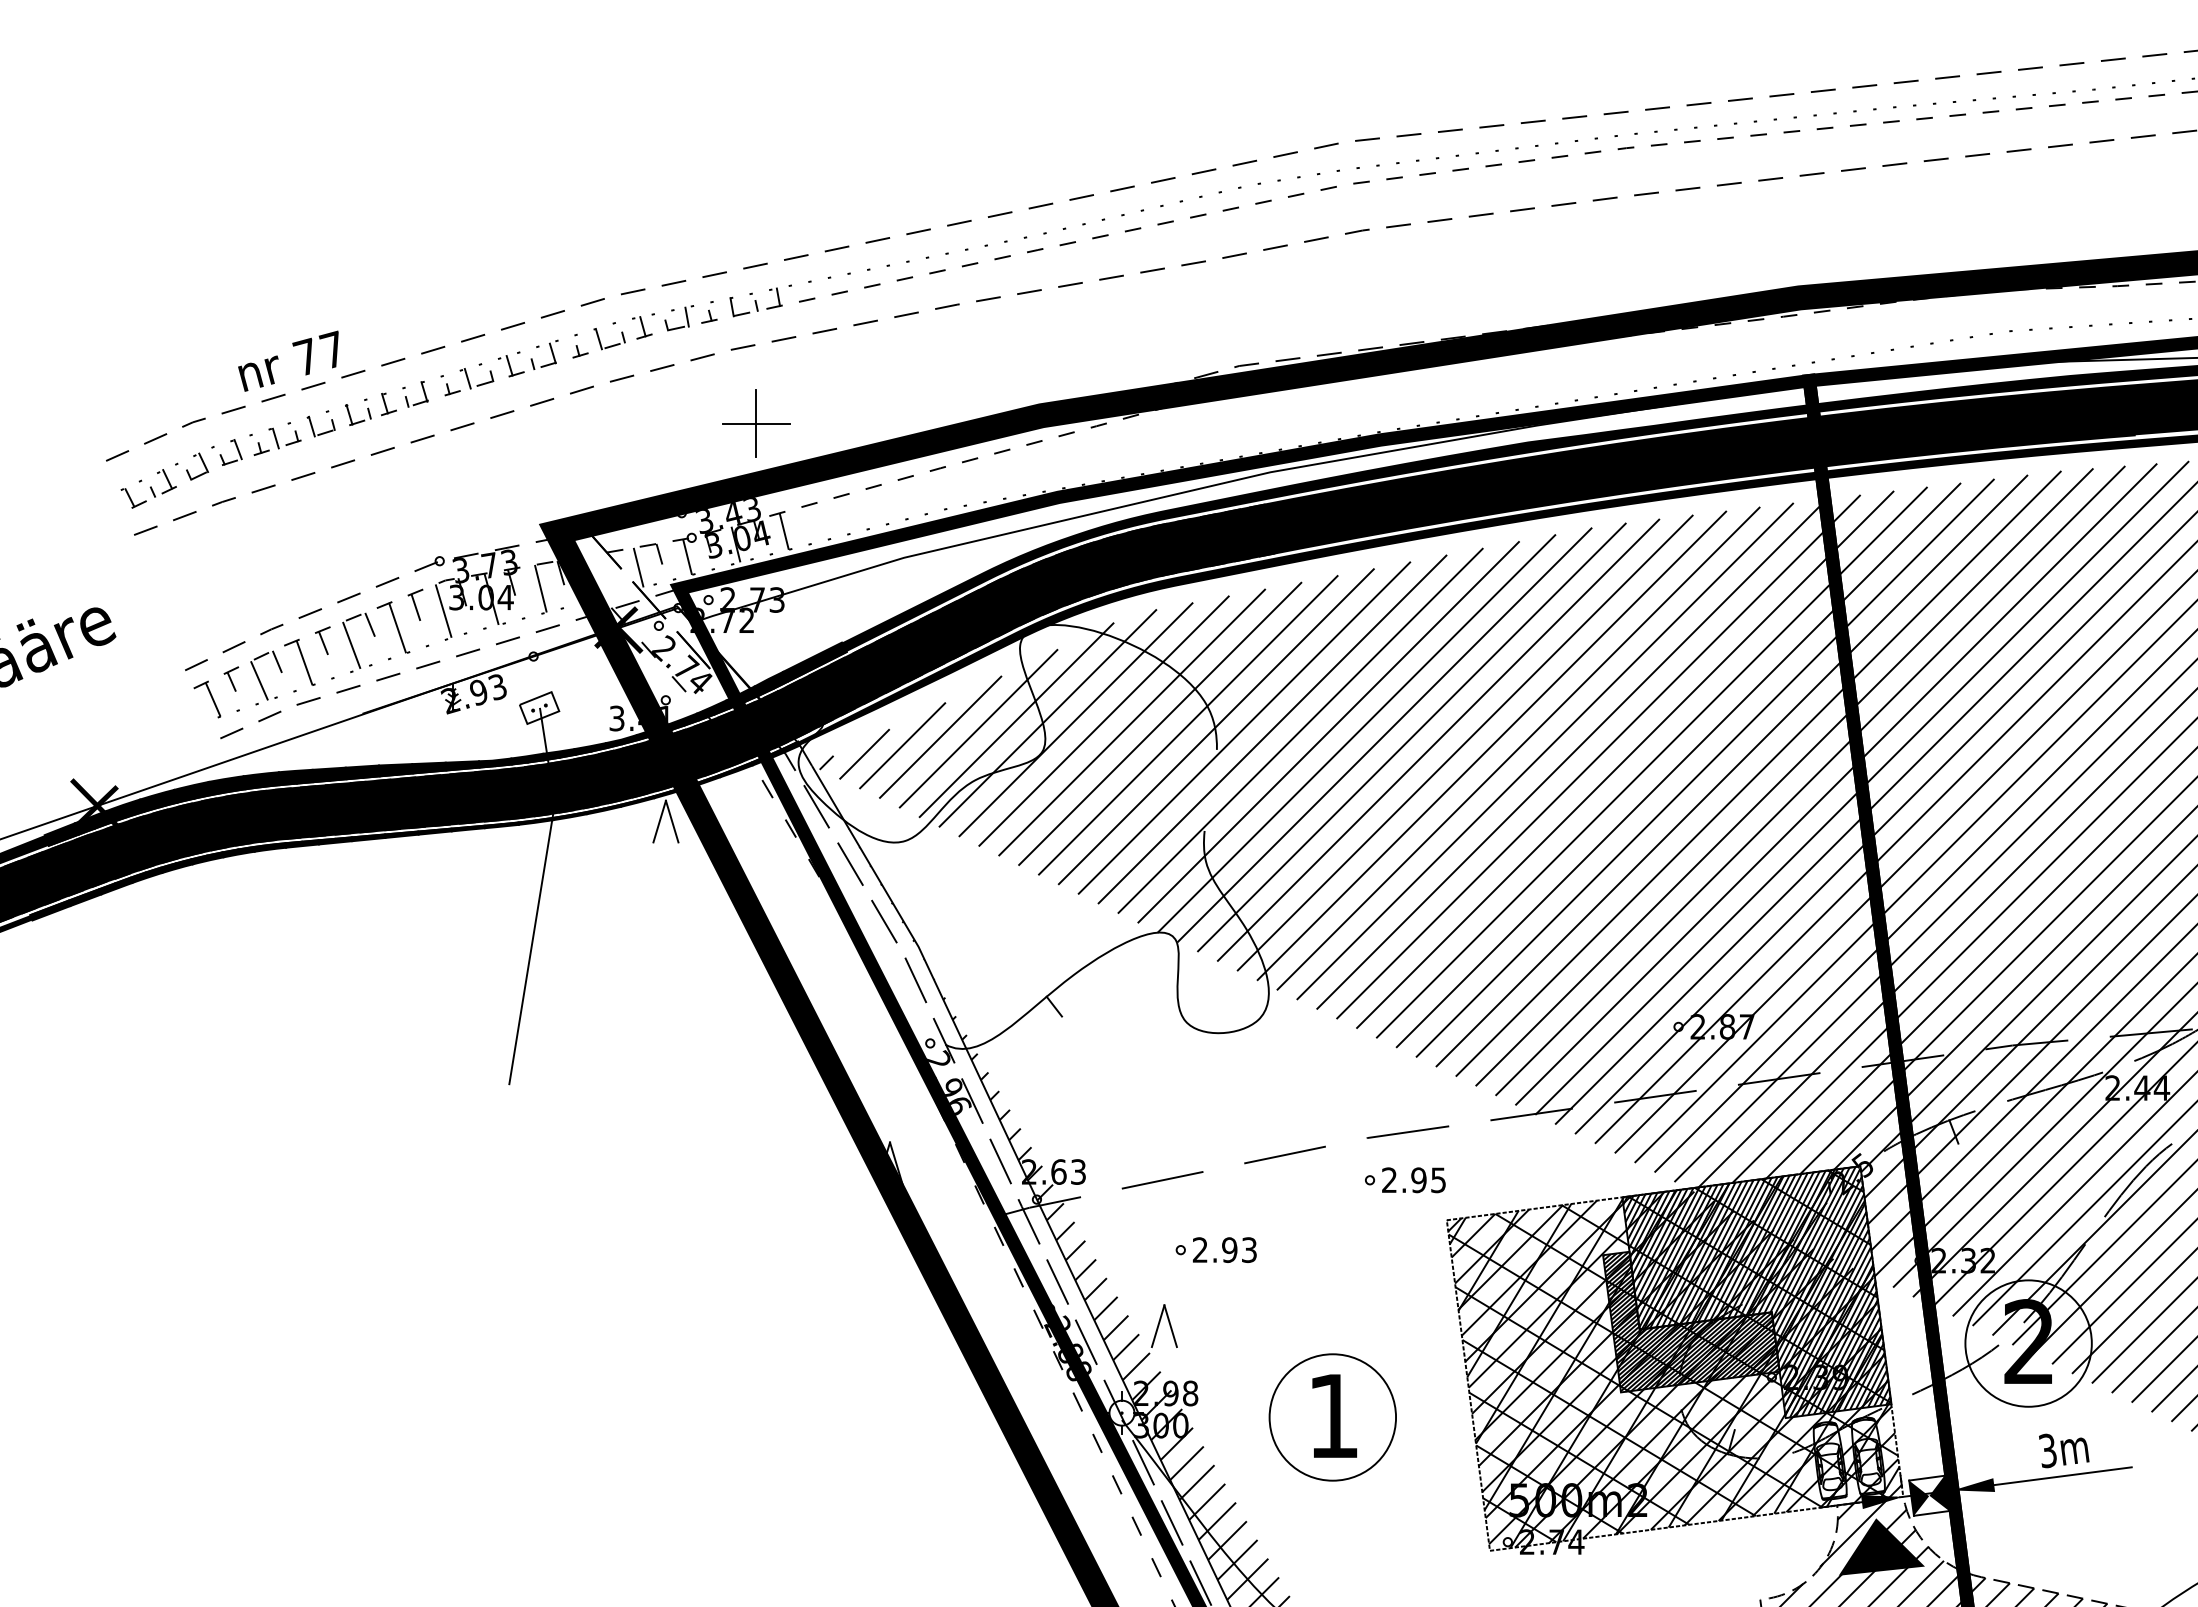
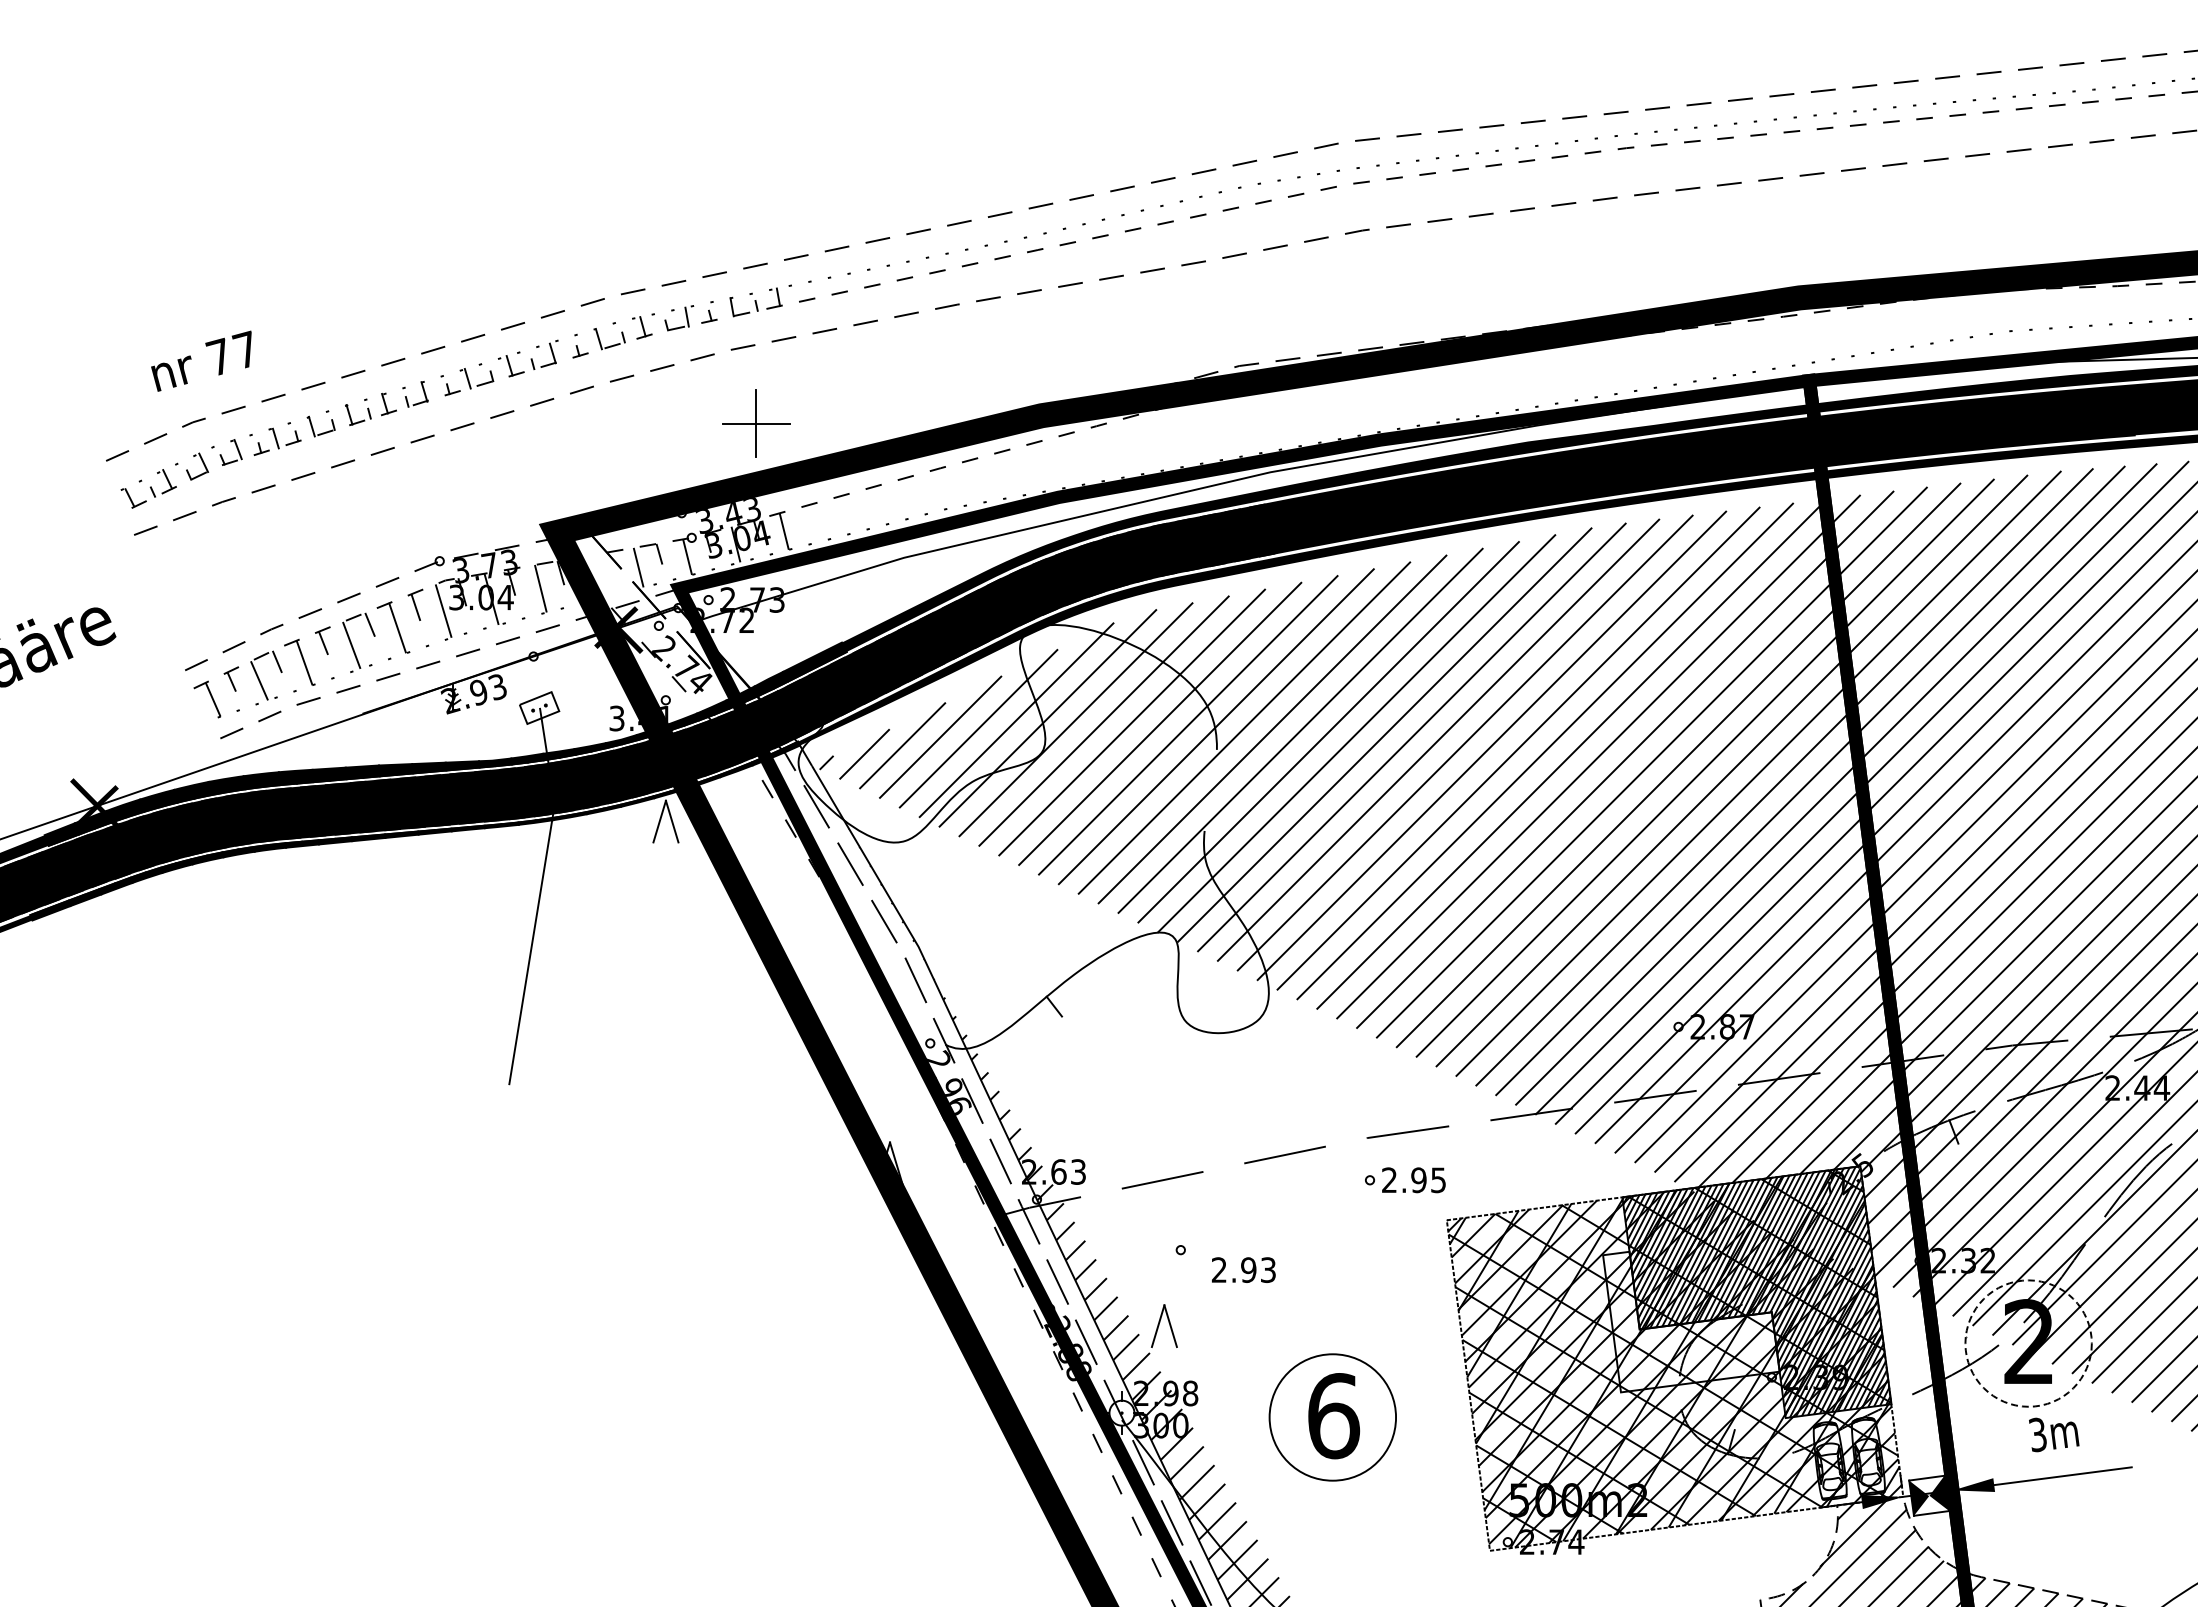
text at (288, 360) position: (288, 360) -> (201, 360)
text at (1224, 1249) position: (1224, 1249) -> (1243, 1269)
hatch at (1691, 1321): present -> none
circle at (2028, 1343): solid -> dashed
text at (1334, 1416): 1 -> 6
text at (2064, 1450) position: (2064, 1450) -> (2054, 1434)
fill at (1881, 1546): present -> none
